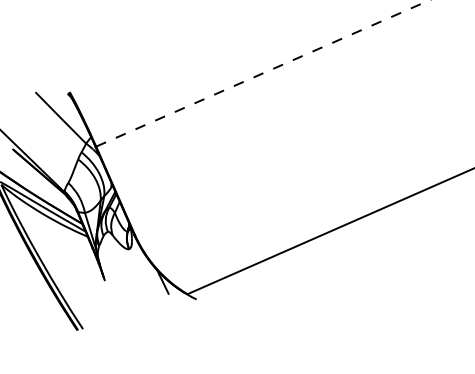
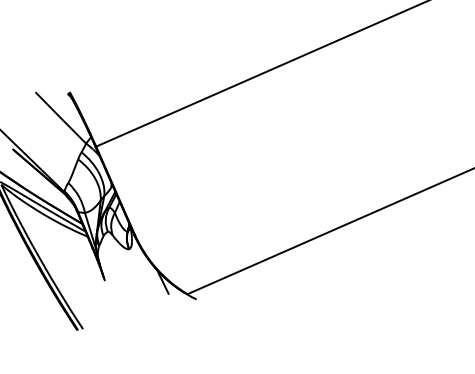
line at (263, 73): dashed -> solid
